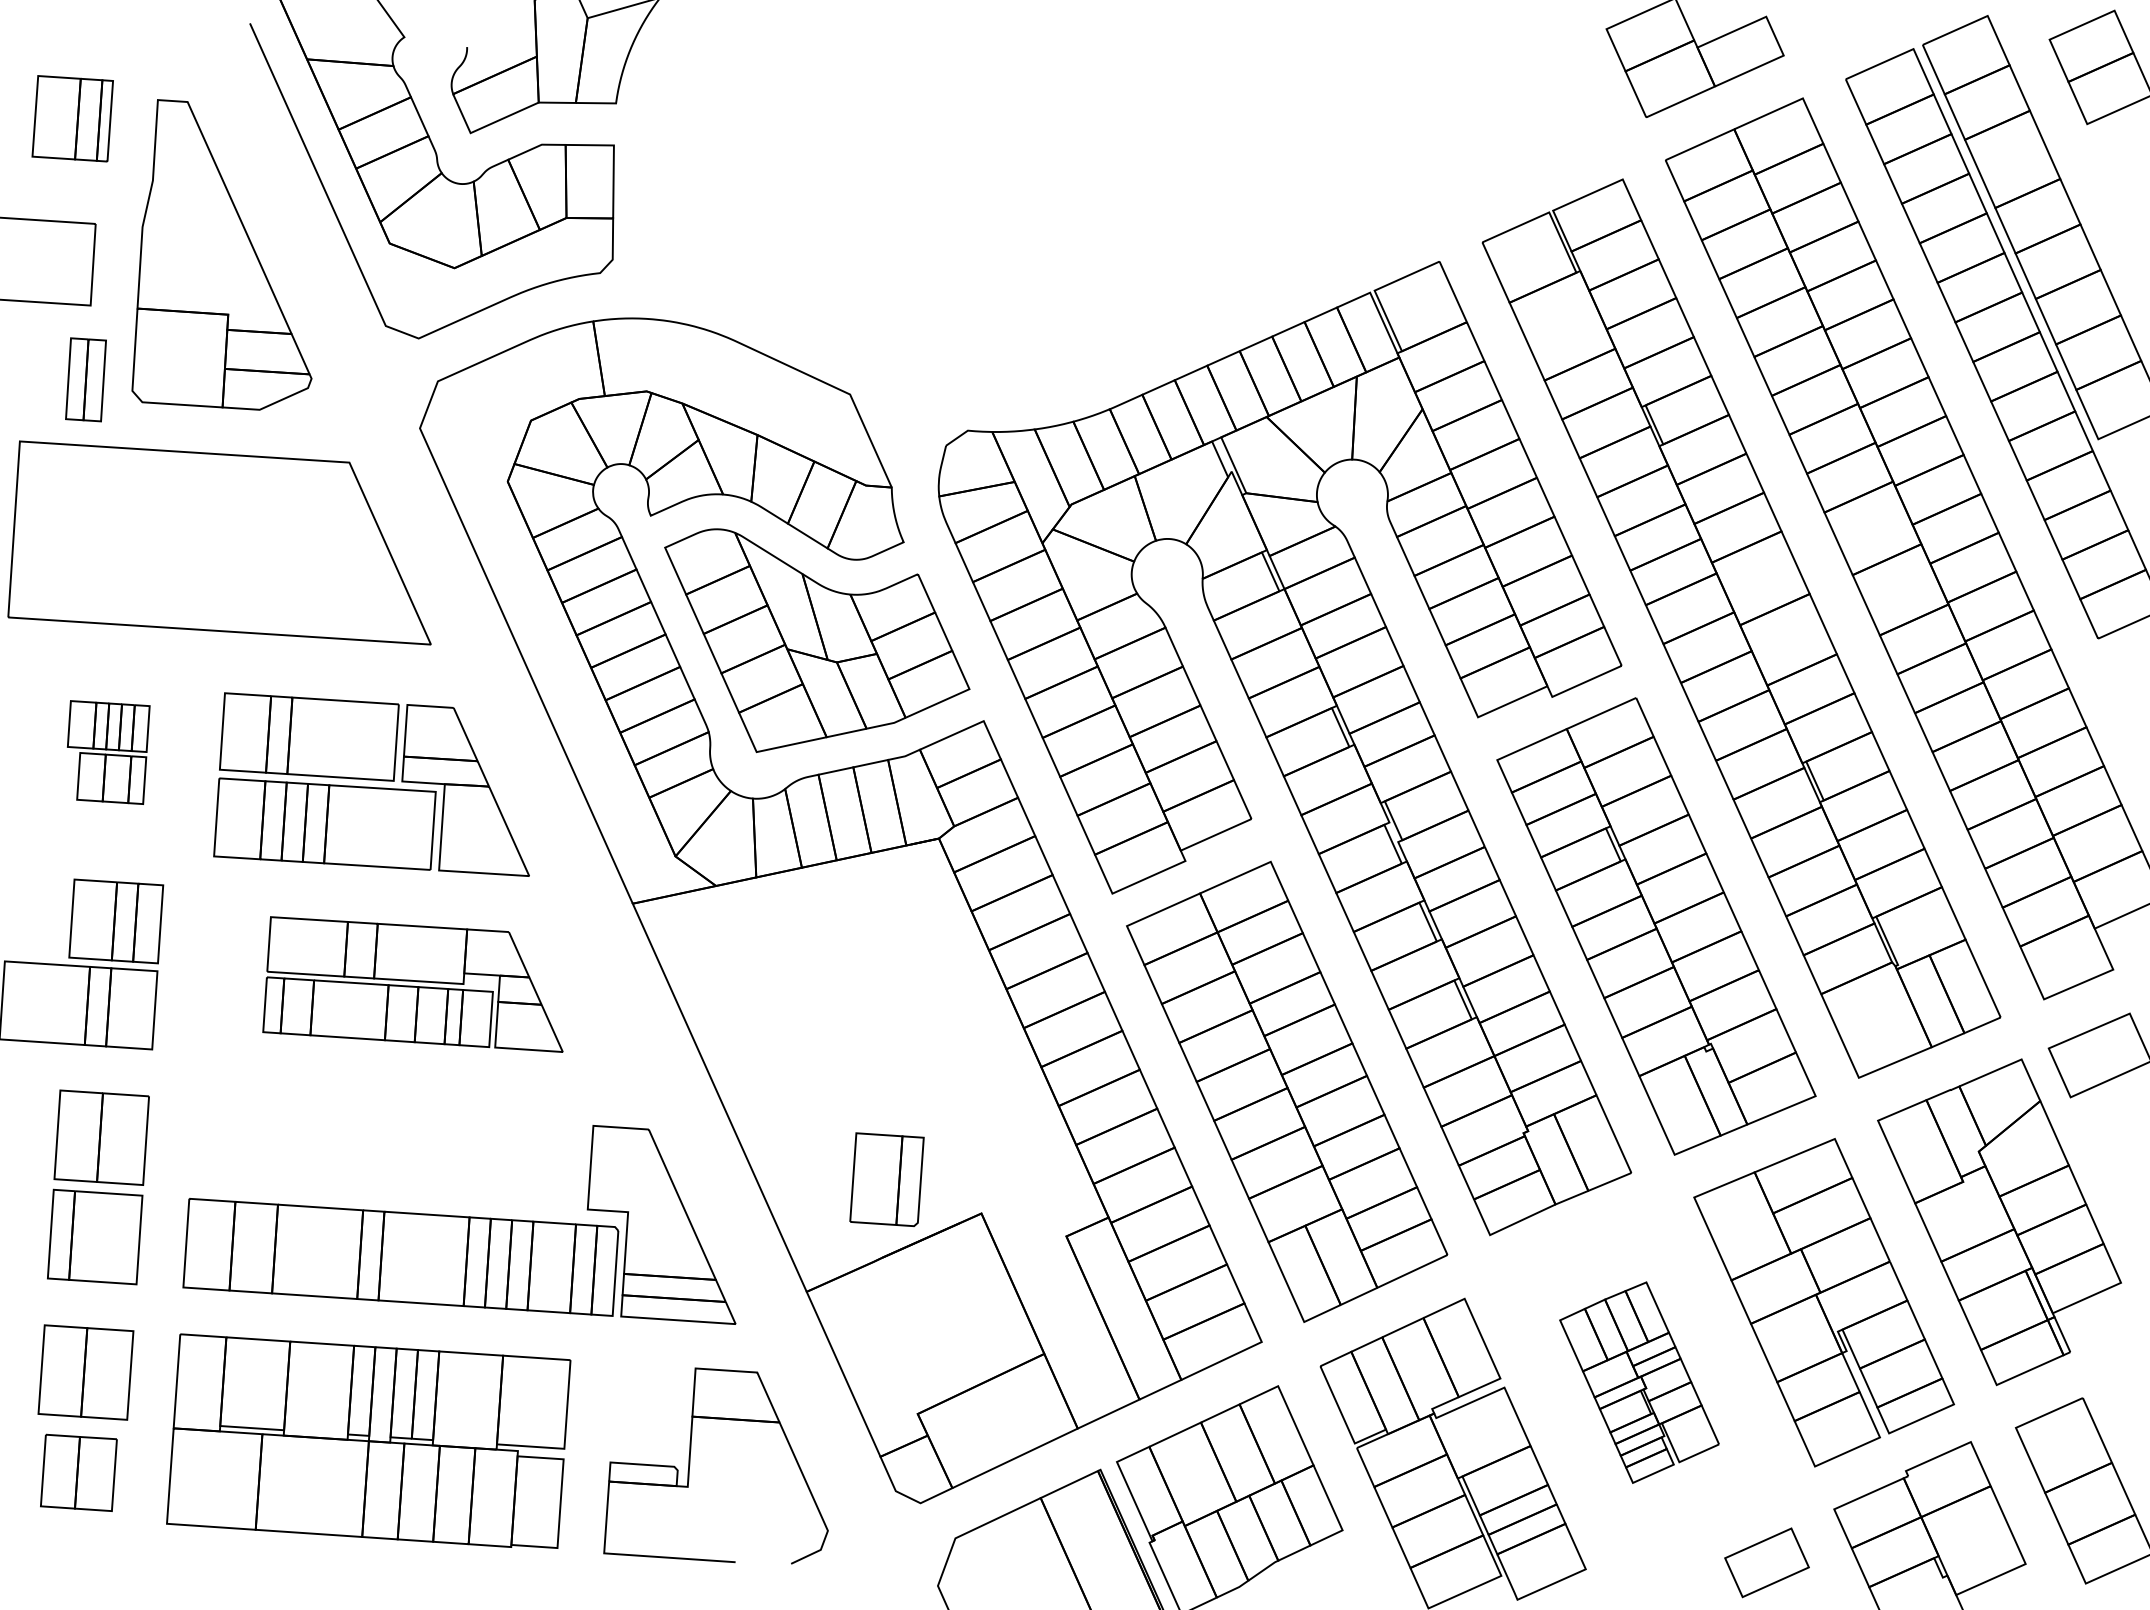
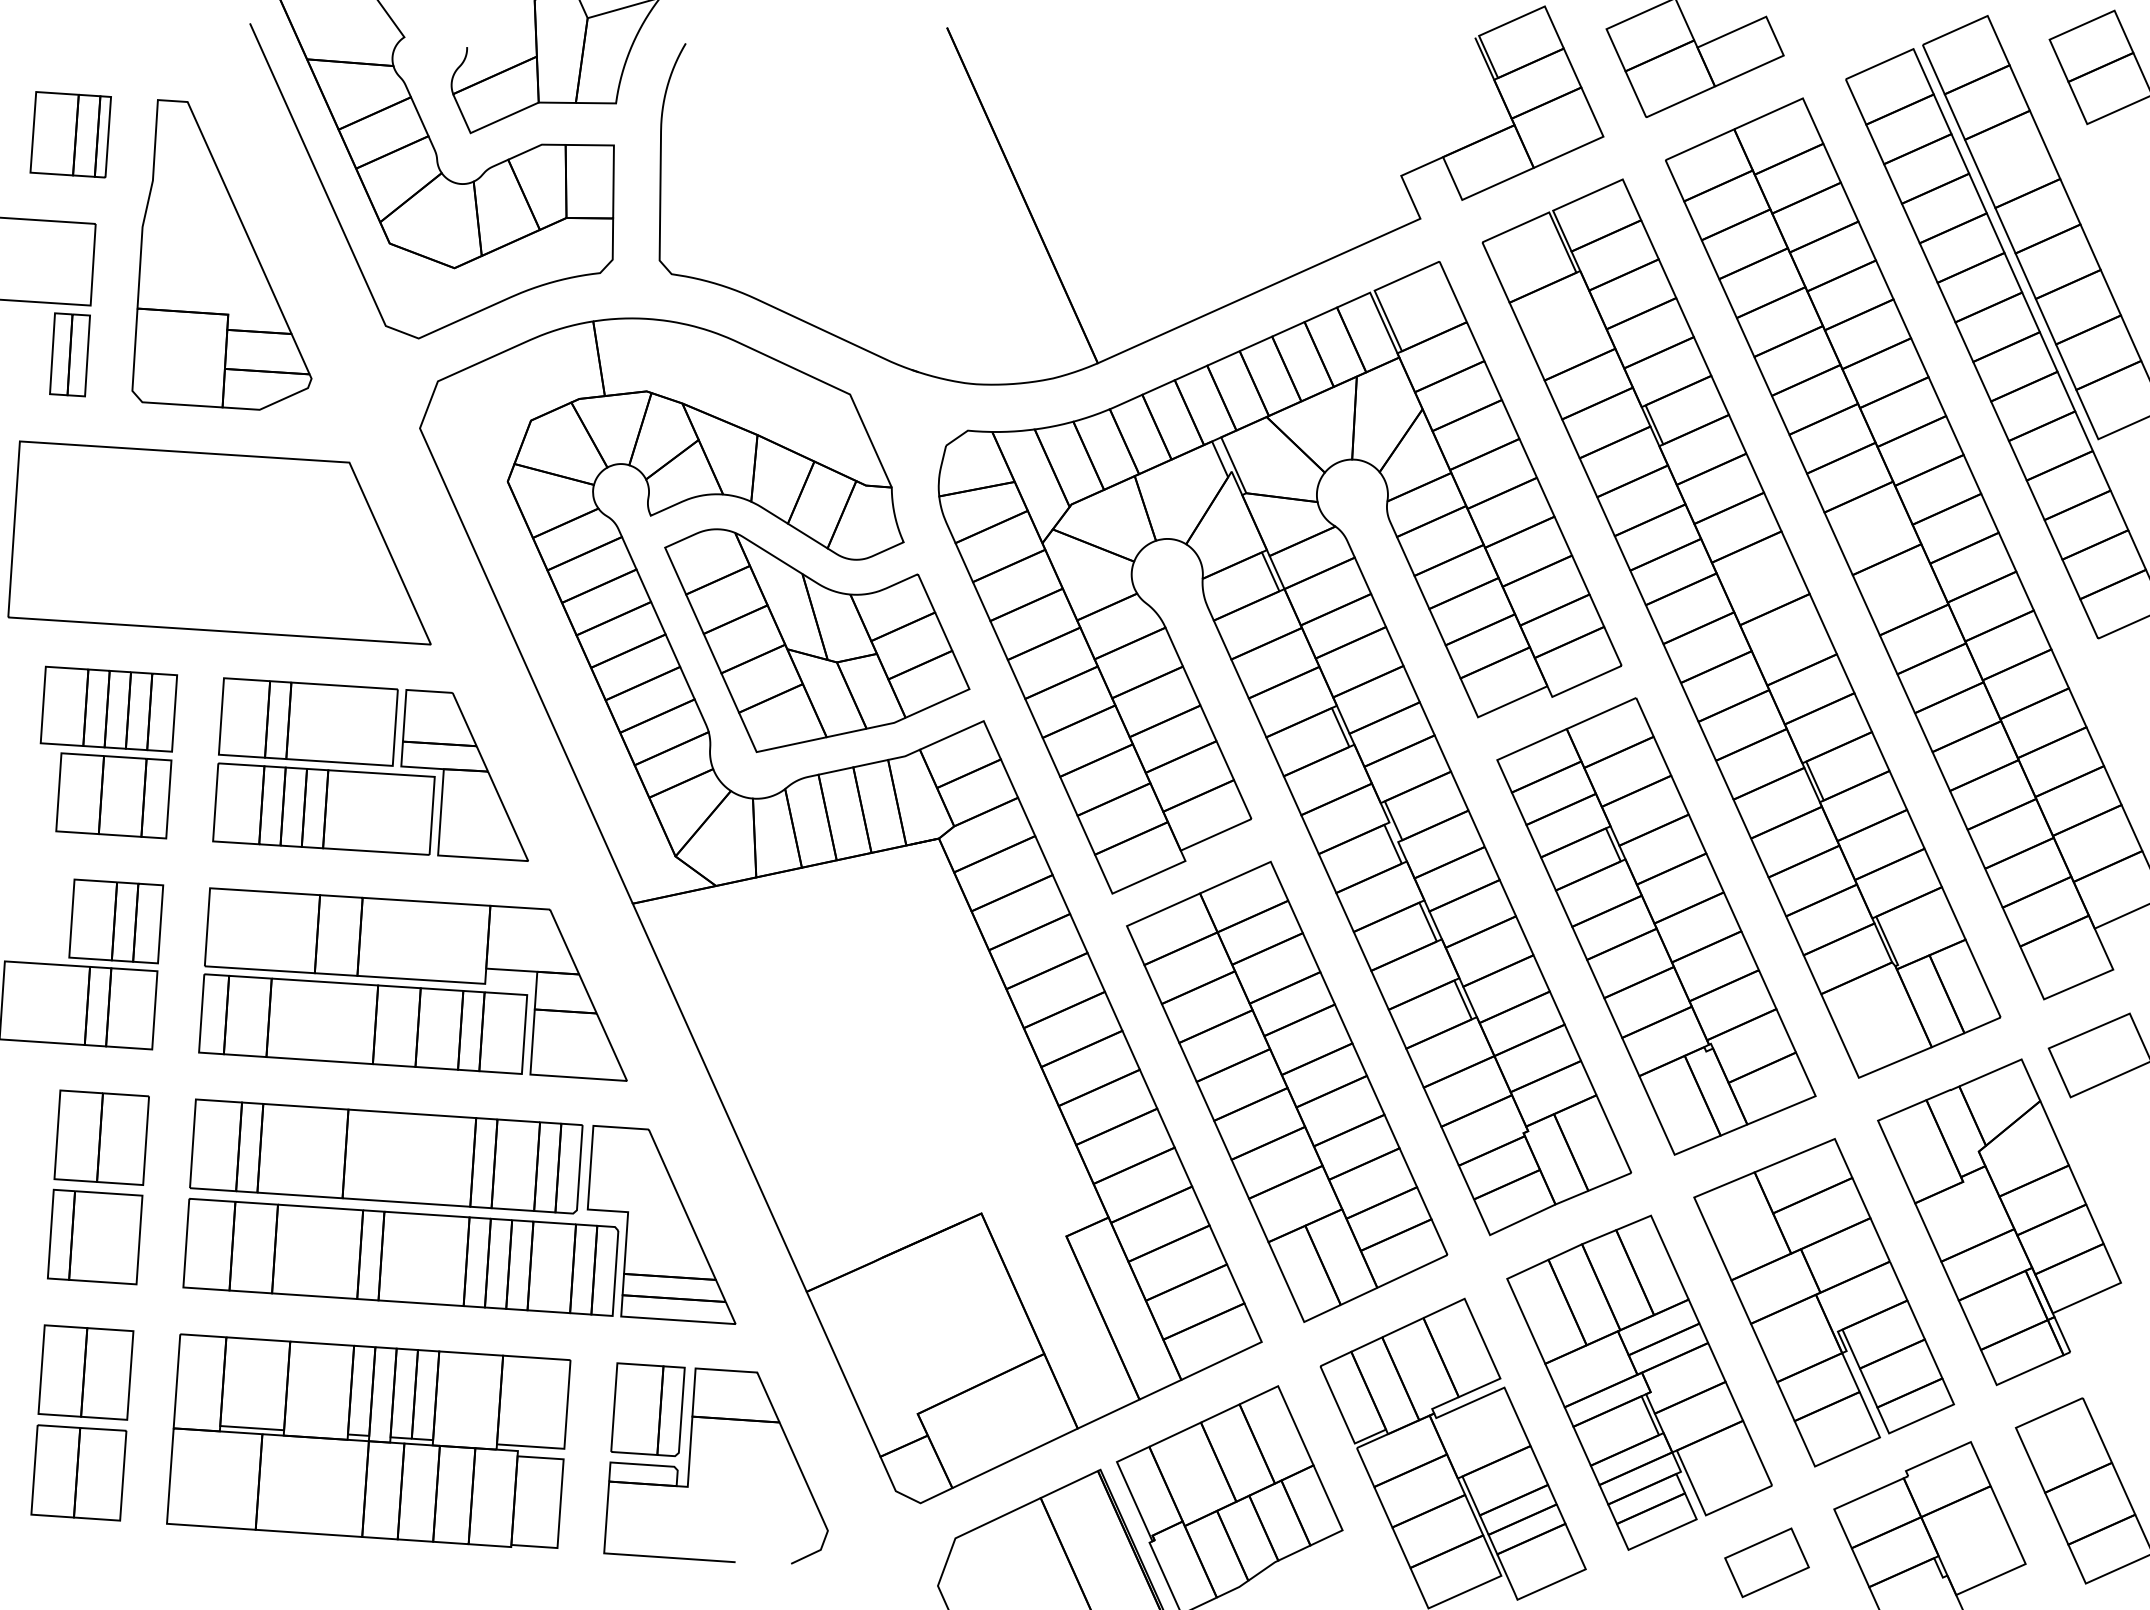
part at (72, 118) position: (72, 118) -> (70, 134)
part at (1041, 234): none -> present
part at (85, 379) position: (85, 379) -> (69, 354)
part at (108, 752) size: 85x105 px -> 139x175 px
part at (371, 784) position: (371, 784) -> (370, 769)
part at (412, 984) size: 302x137 px -> 430x195 px
part at (386, 1156): none -> present
part at (886, 1179) position: (886, 1179) -> (647, 1409)
part at (1639, 1382) size: 161x203 px -> 267x337 px
part at (78, 1472) size: 78x79 px -> 98x98 px
